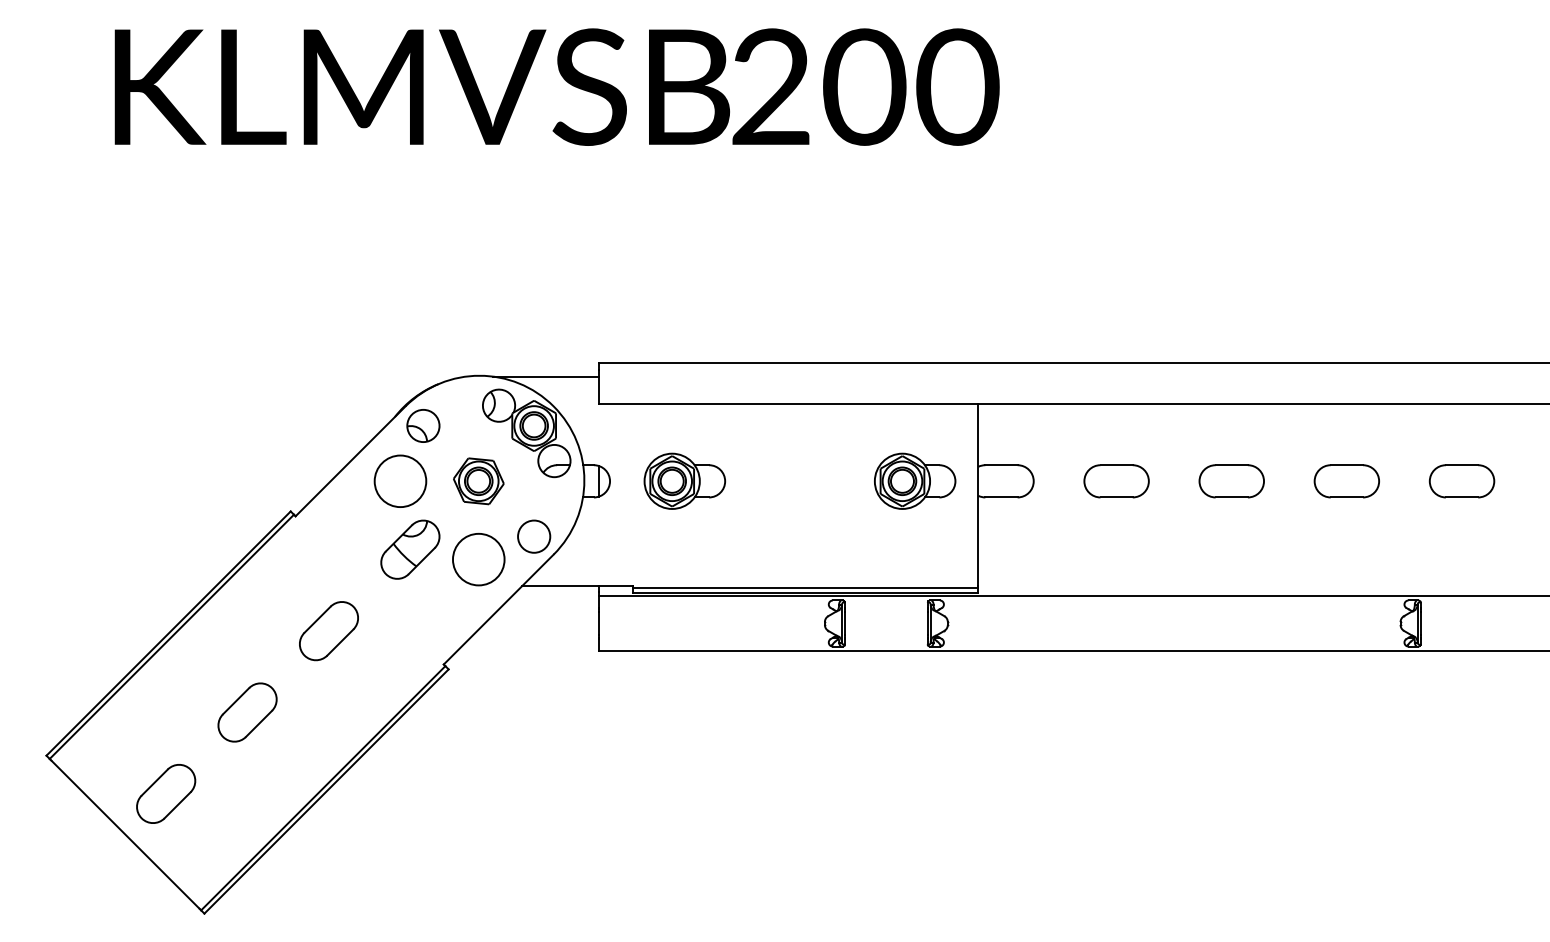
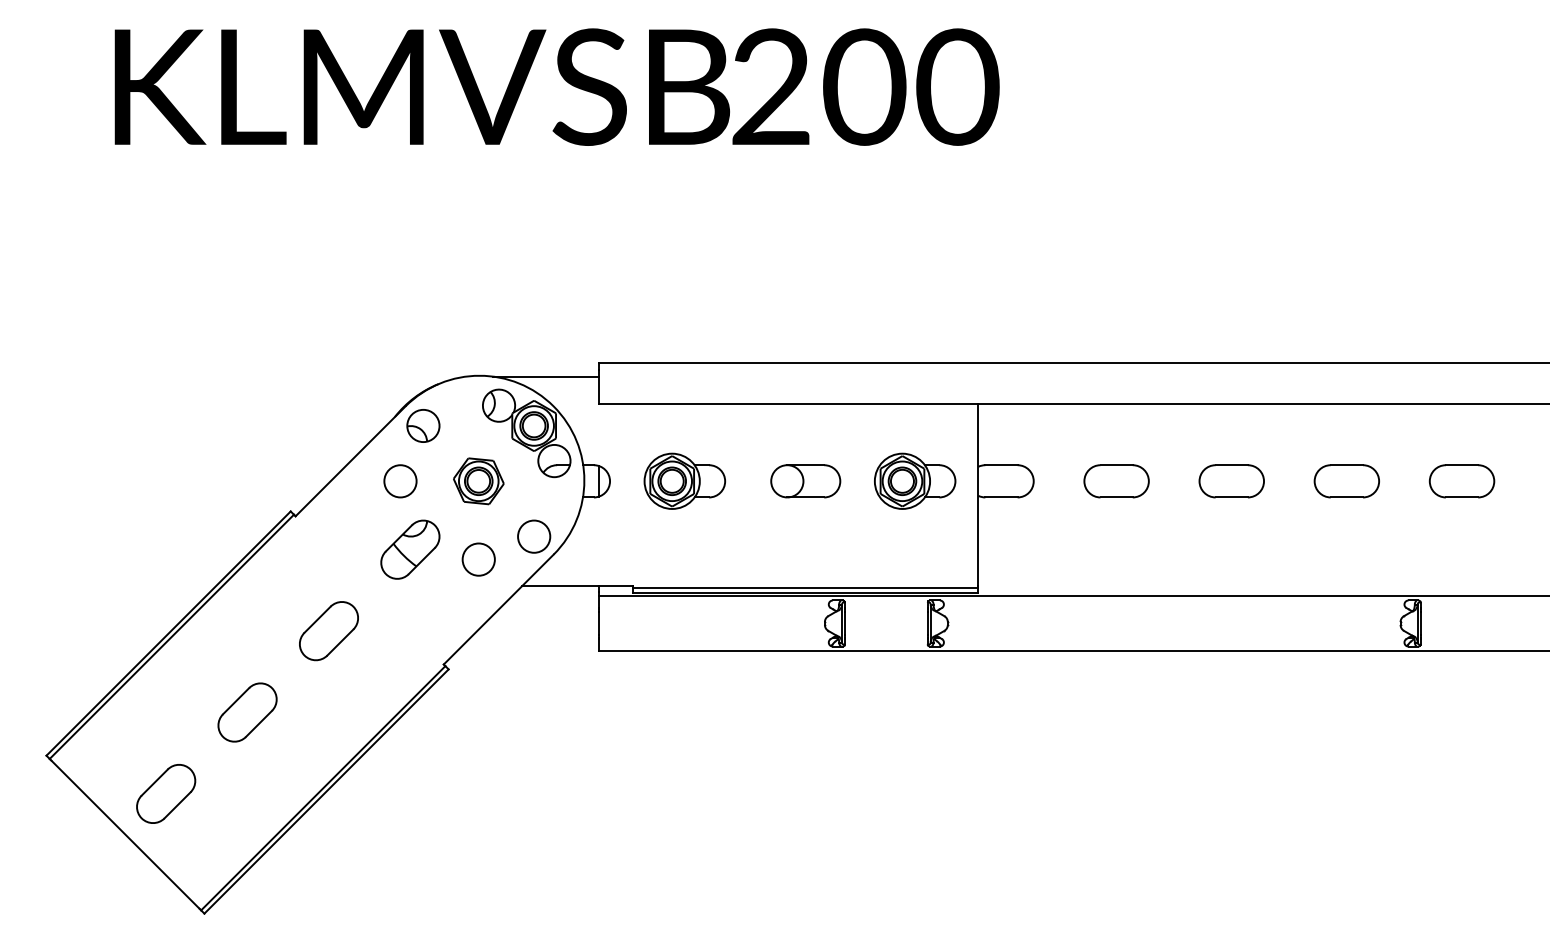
circle at (400, 481) diameter: 52 px -> 32 px
part at (805, 481): none -> present
circle at (478, 559) diameter: 52 px -> 32 px
